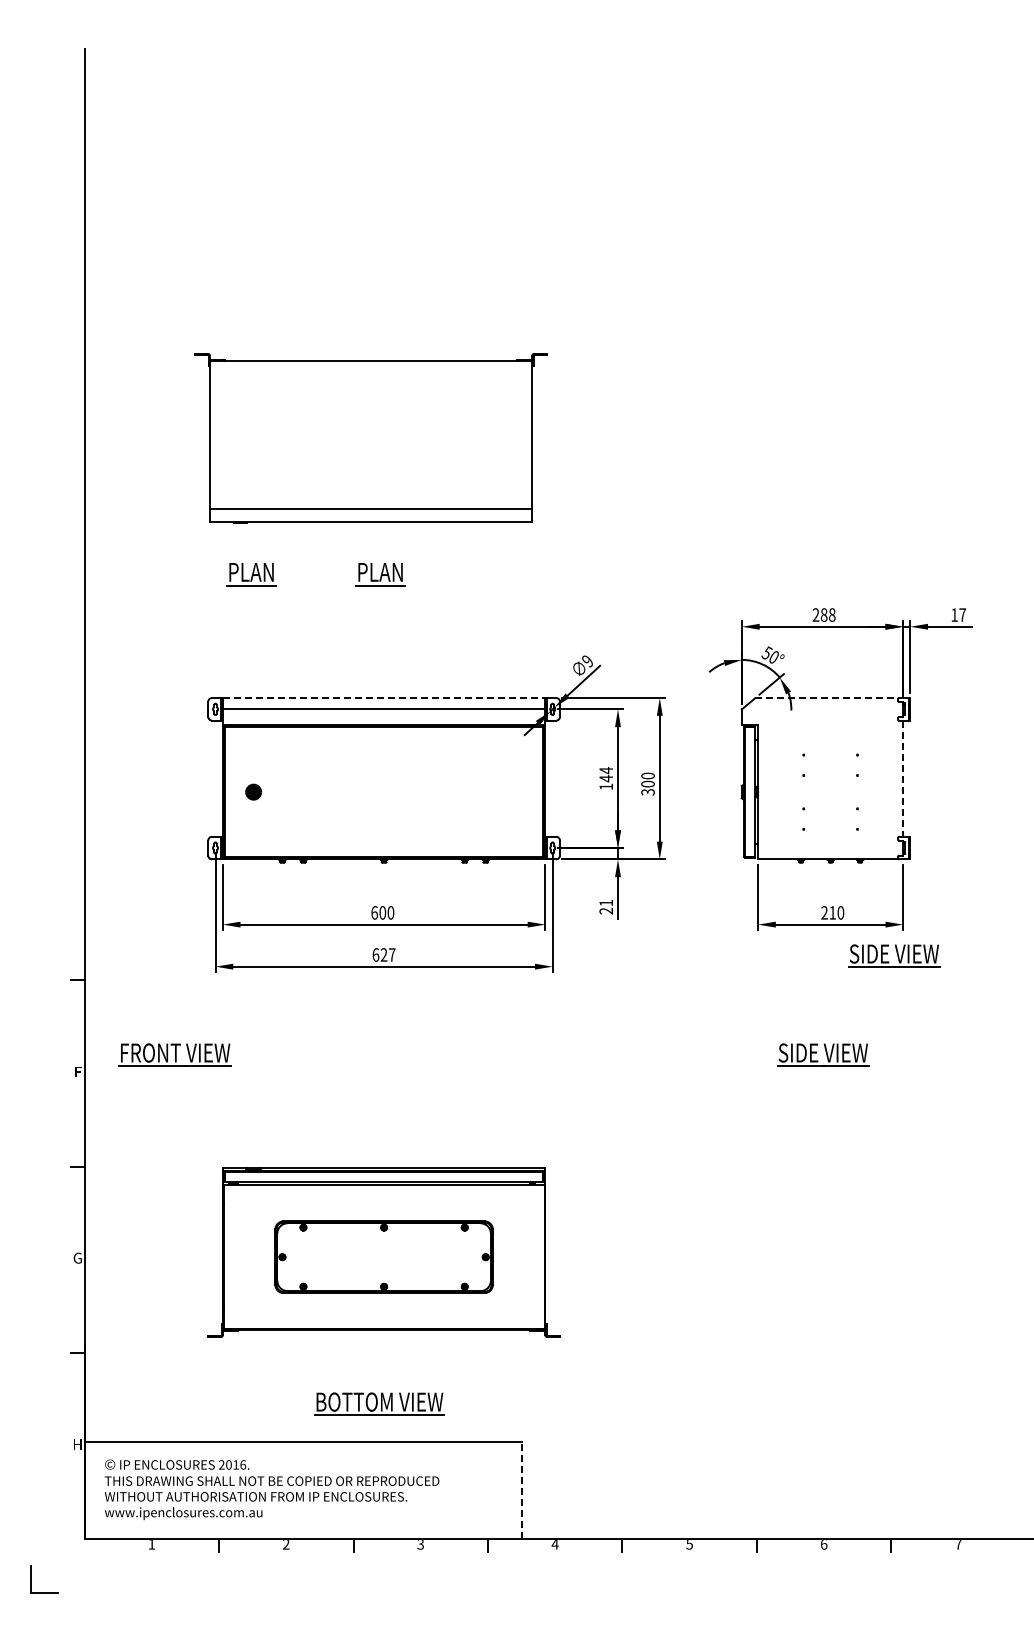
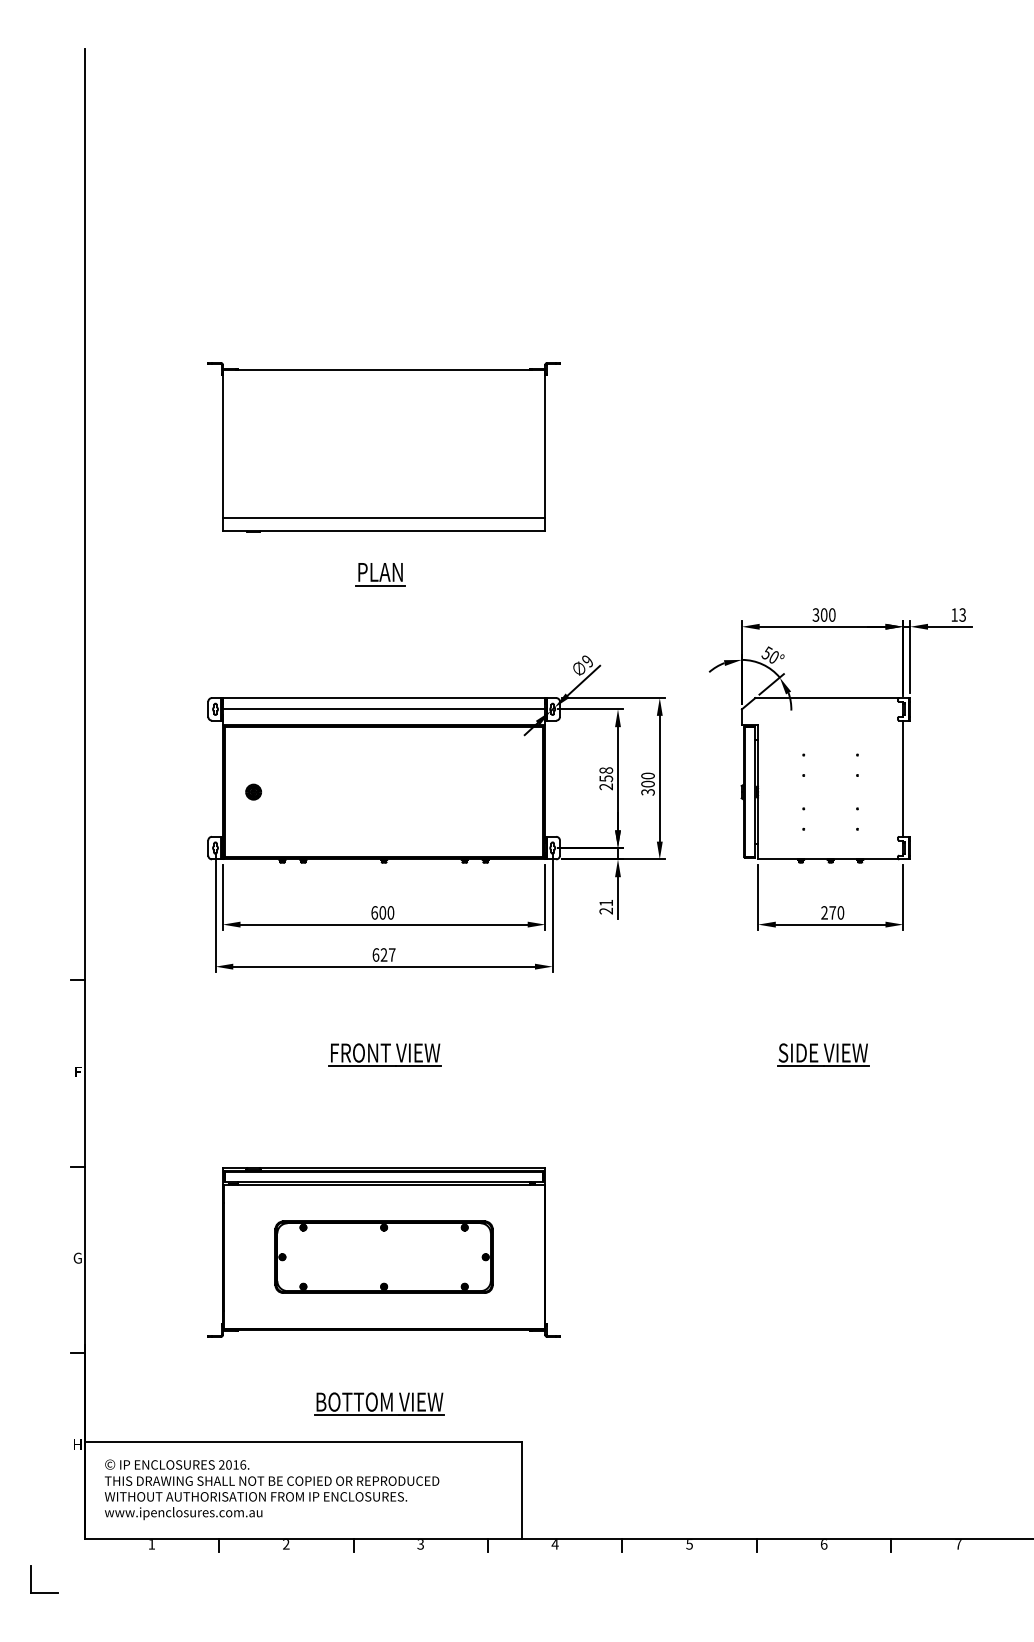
part at (370, 438) position: (370, 438) -> (383, 447)
part at (251, 574): present -> none
text at (823, 614): 288 -> 300
text at (962, 614): 17 -> 13
line at (384, 698): dashed -> solid
line at (827, 698): dashed -> solid
text at (606, 778): 144 -> 258
line at (903, 779): dashed -> solid
text at (832, 912): 210 -> 270
part at (894, 955): present -> none
part at (174, 1054) position: (174, 1054) -> (384, 1054)
line at (521, 1490): dashed -> solid
